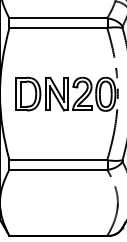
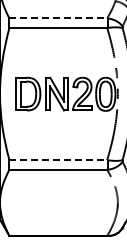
line at (58, 18): solid -> dashed
line at (58, 160): solid -> dashed
